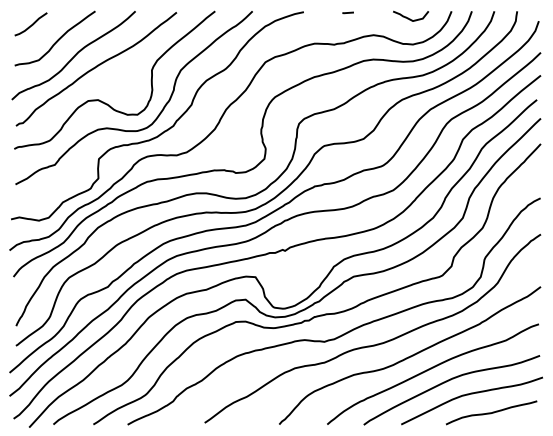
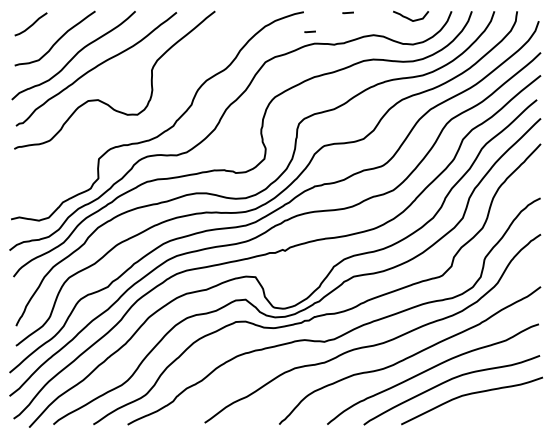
line at (309, 31): none -> present
curve at (157, 115): present -> none
curve at (491, 412): present -> none
